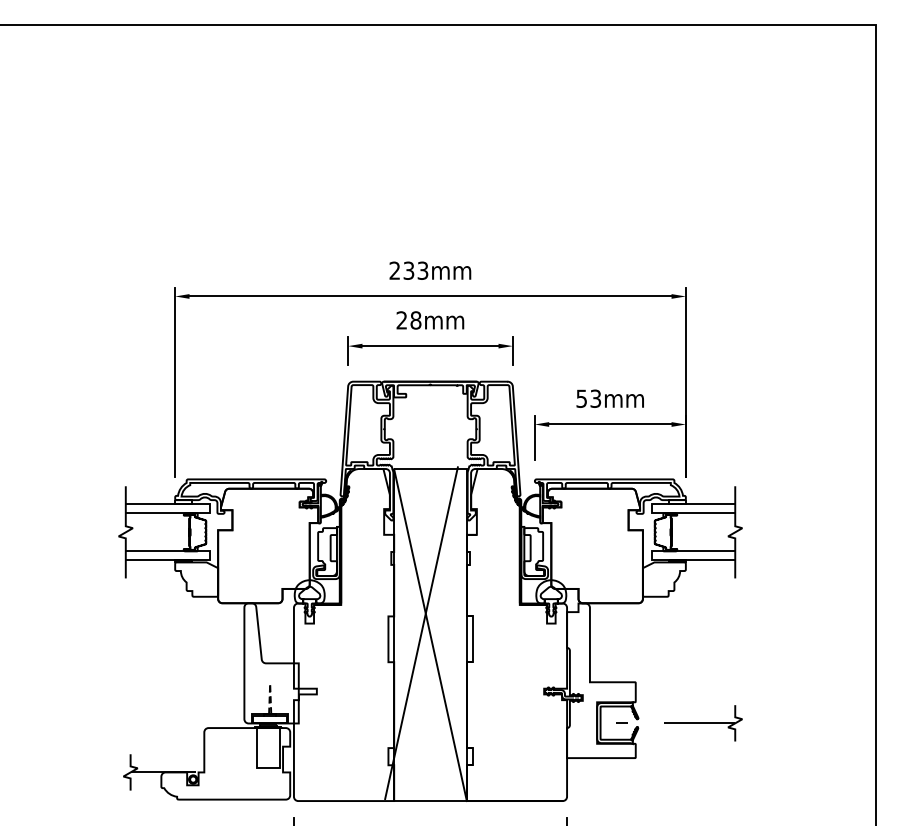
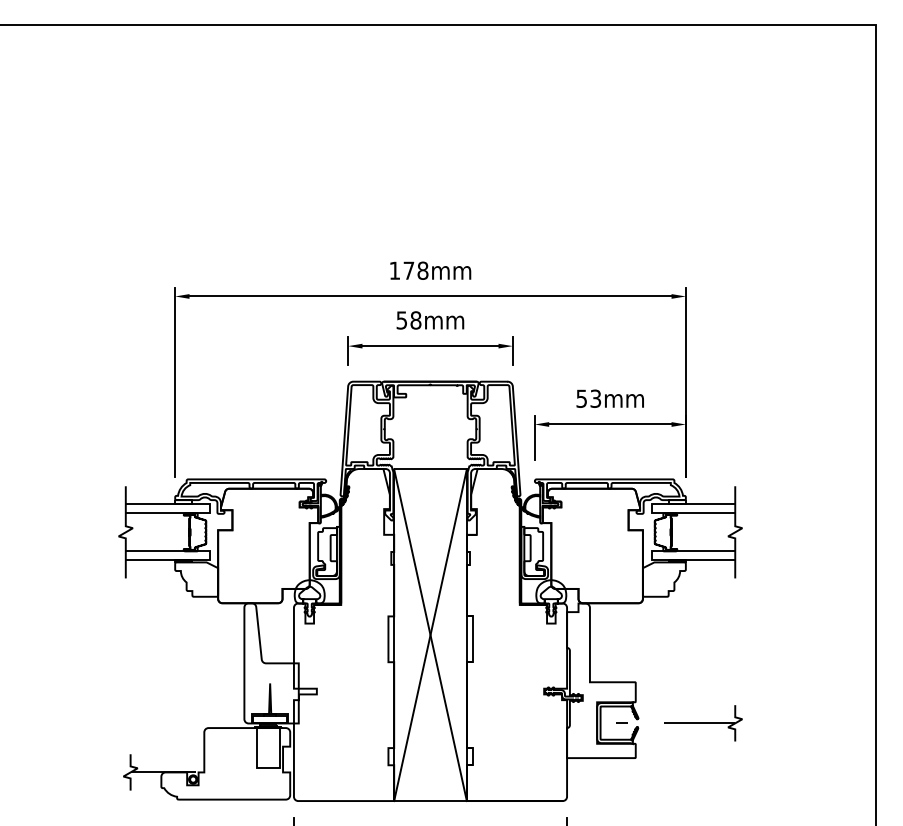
text at (408, 270): 233mm -> 178mm
text at (401, 320): 28mm -> 58mm
line at (421, 633) position: (421, 633) -> (430, 635)
line at (270, 683): dashed -> solid
